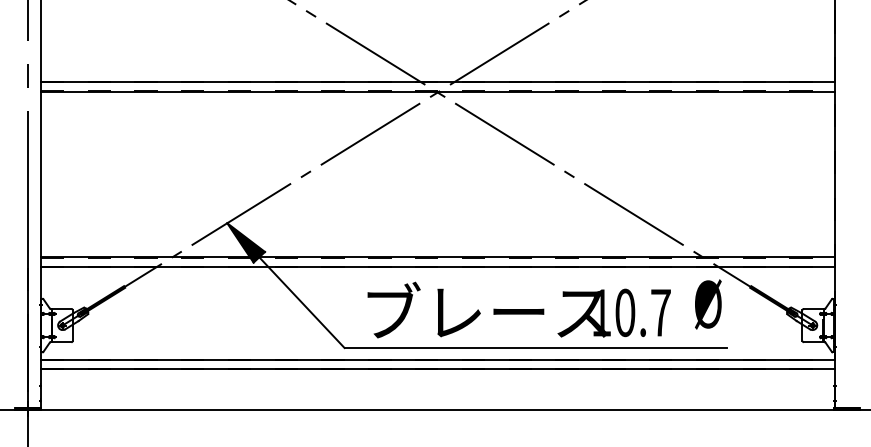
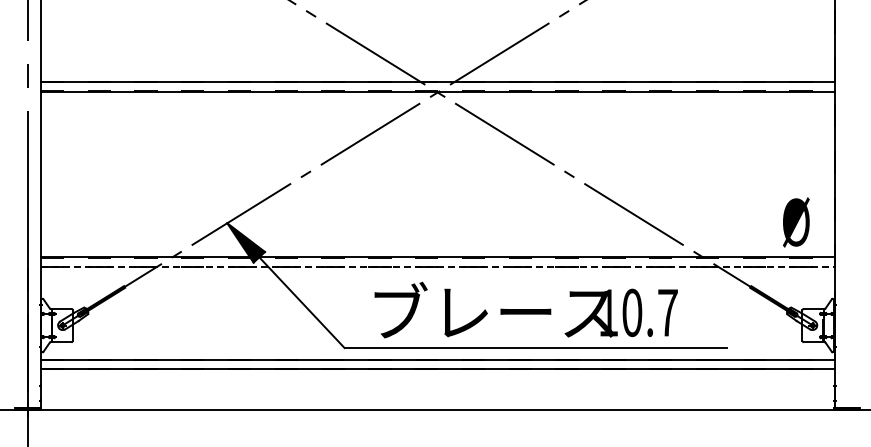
line at (437, 267): solid -> dashed
text at (708, 304) position: (708, 304) -> (796, 222)
text at (518, 309) position: (518, 309) -> (525, 309)
